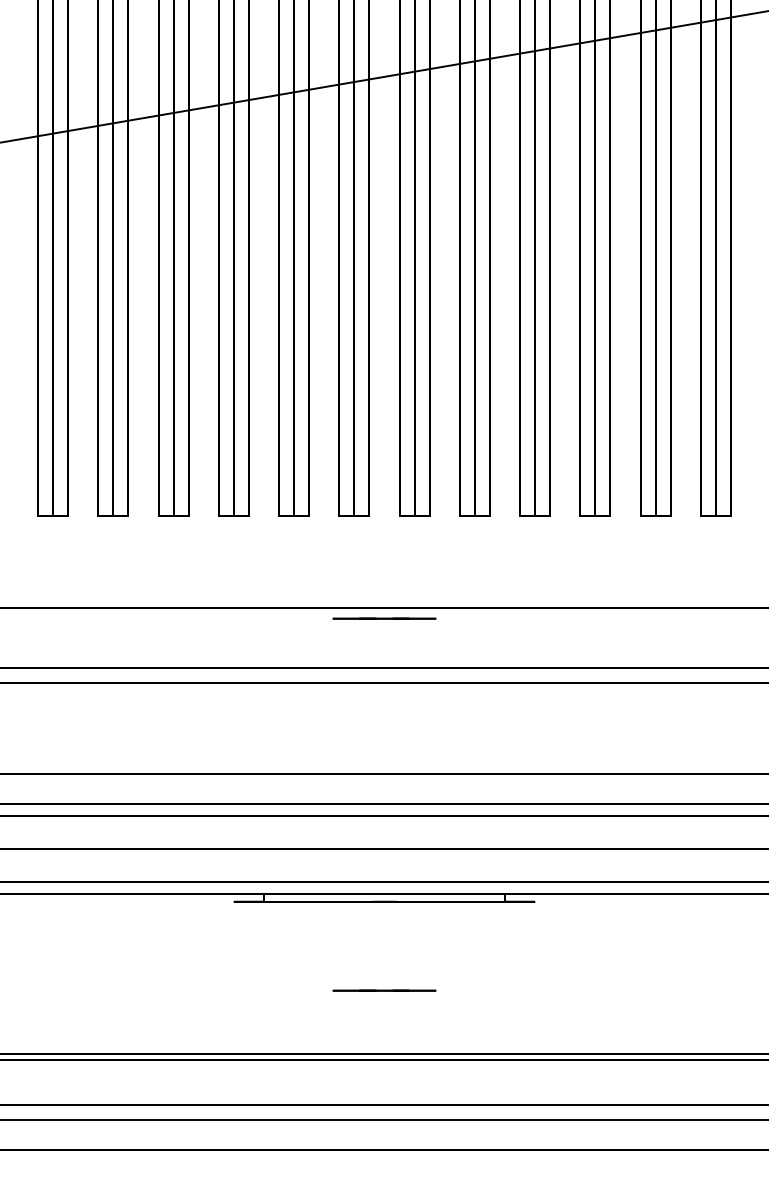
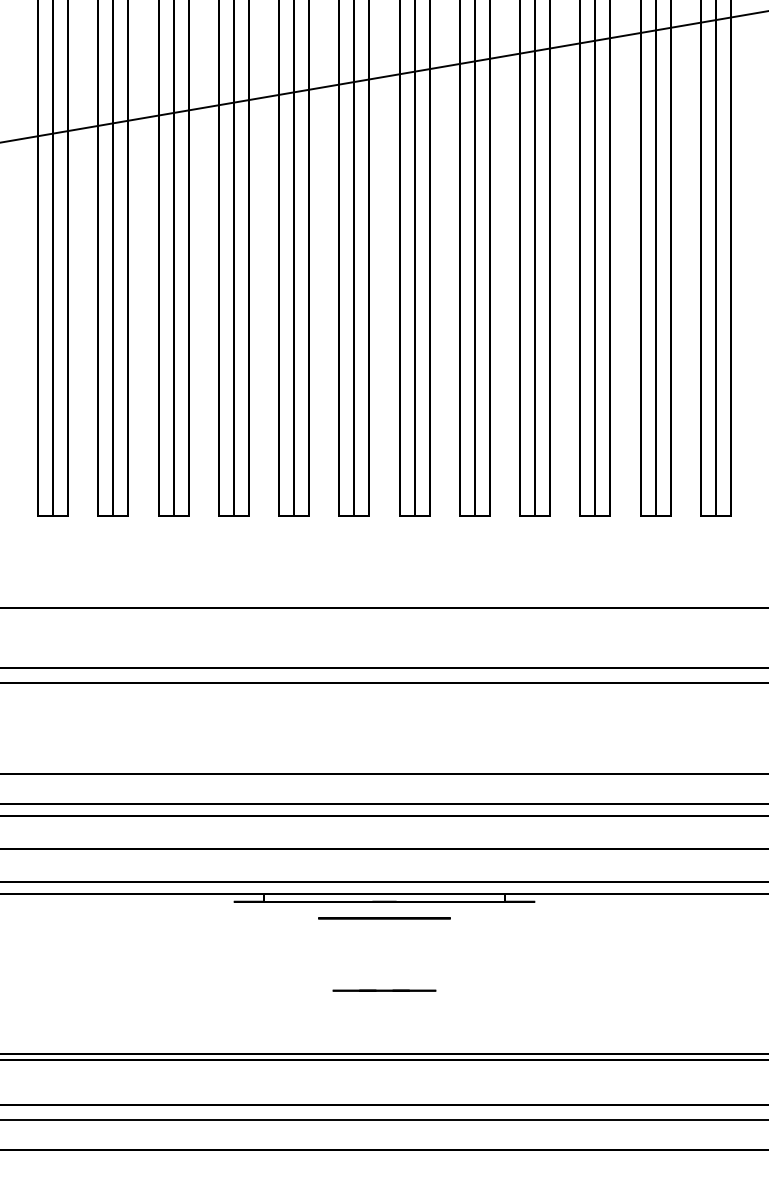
line at (384, 618): present -> none
circle at (384, 918): none -> present
